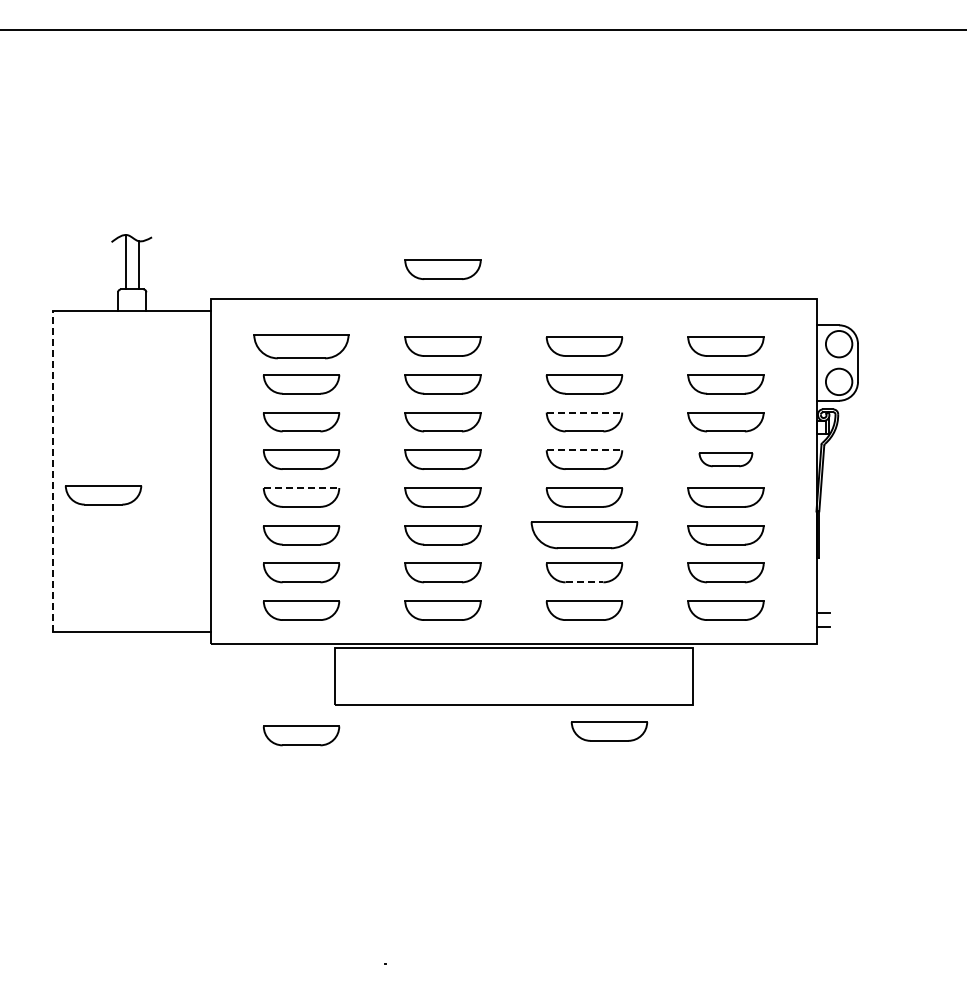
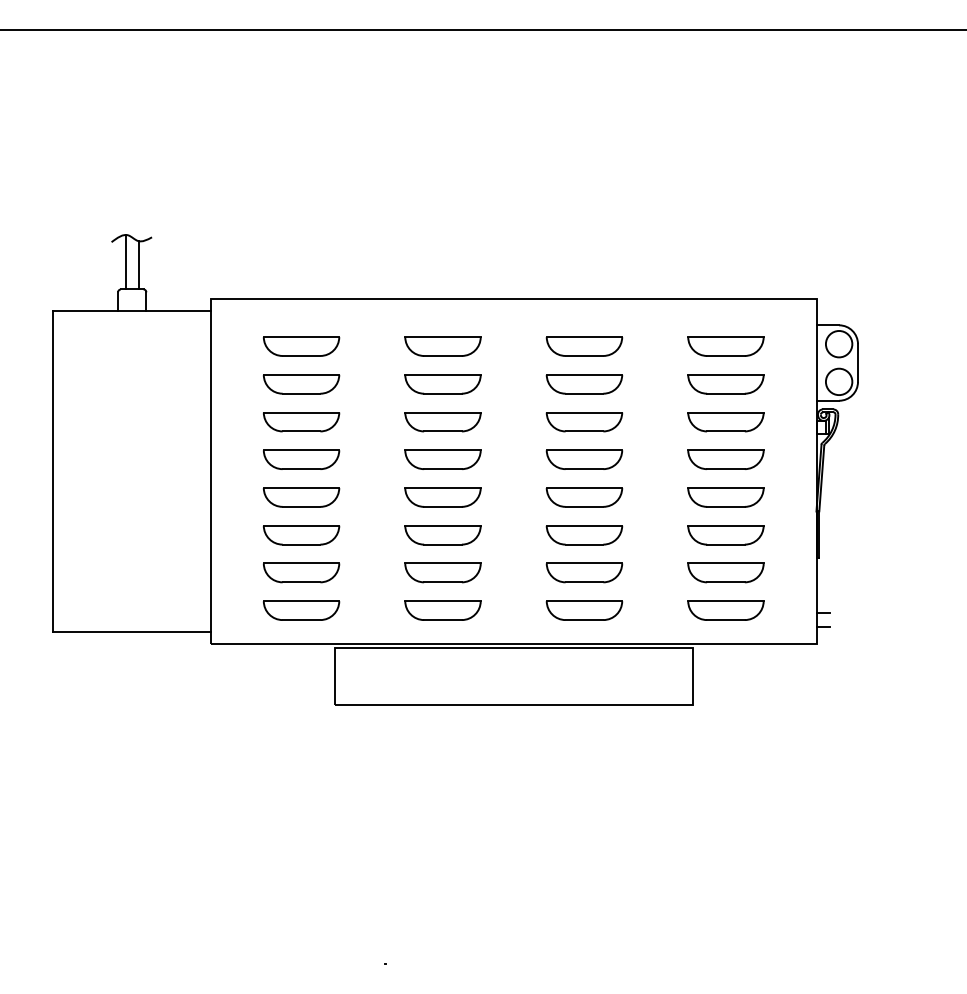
part at (442, 269): present -> none
part at (301, 346) size: 97x26 px -> 78x21 px
line at (584, 412): dashed -> solid
line at (584, 450): dashed -> solid
part at (725, 459) size: 56x16 px -> 78x21 px
line at (53, 471): dashed -> solid
line at (301, 488): dashed -> solid
part at (103, 495): present -> none
part at (584, 535) size: 109x29 px -> 79x21 px
line at (584, 582): dashed -> solid
part at (609, 731): present -> none
part at (301, 735): present -> none
